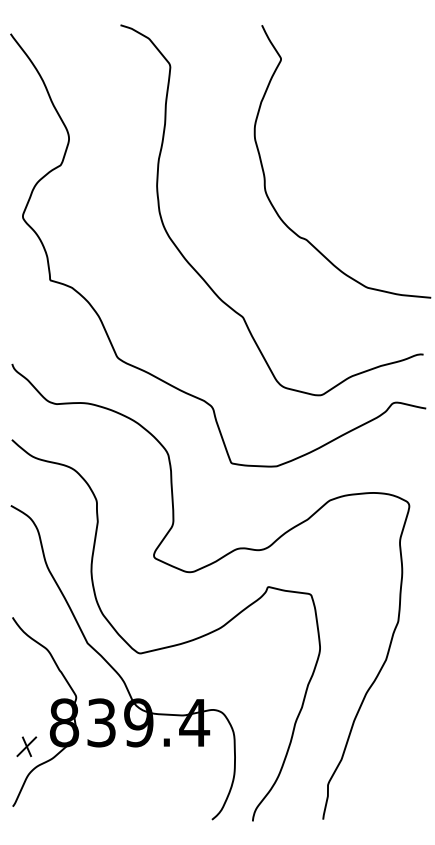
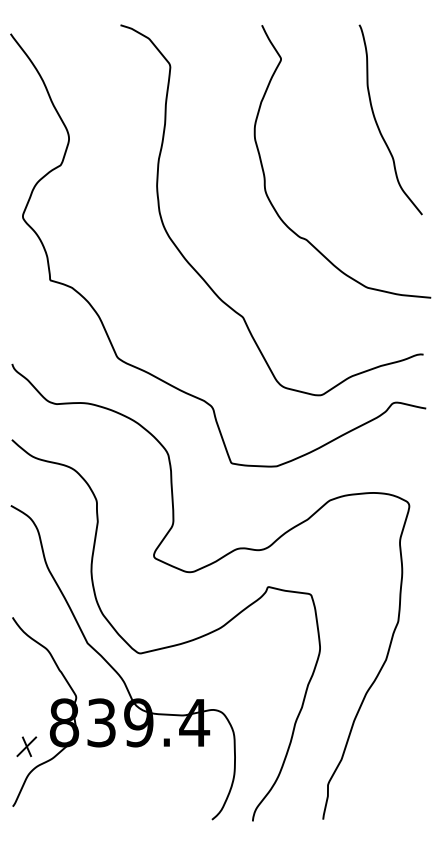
curve at (377, 122): none -> present
